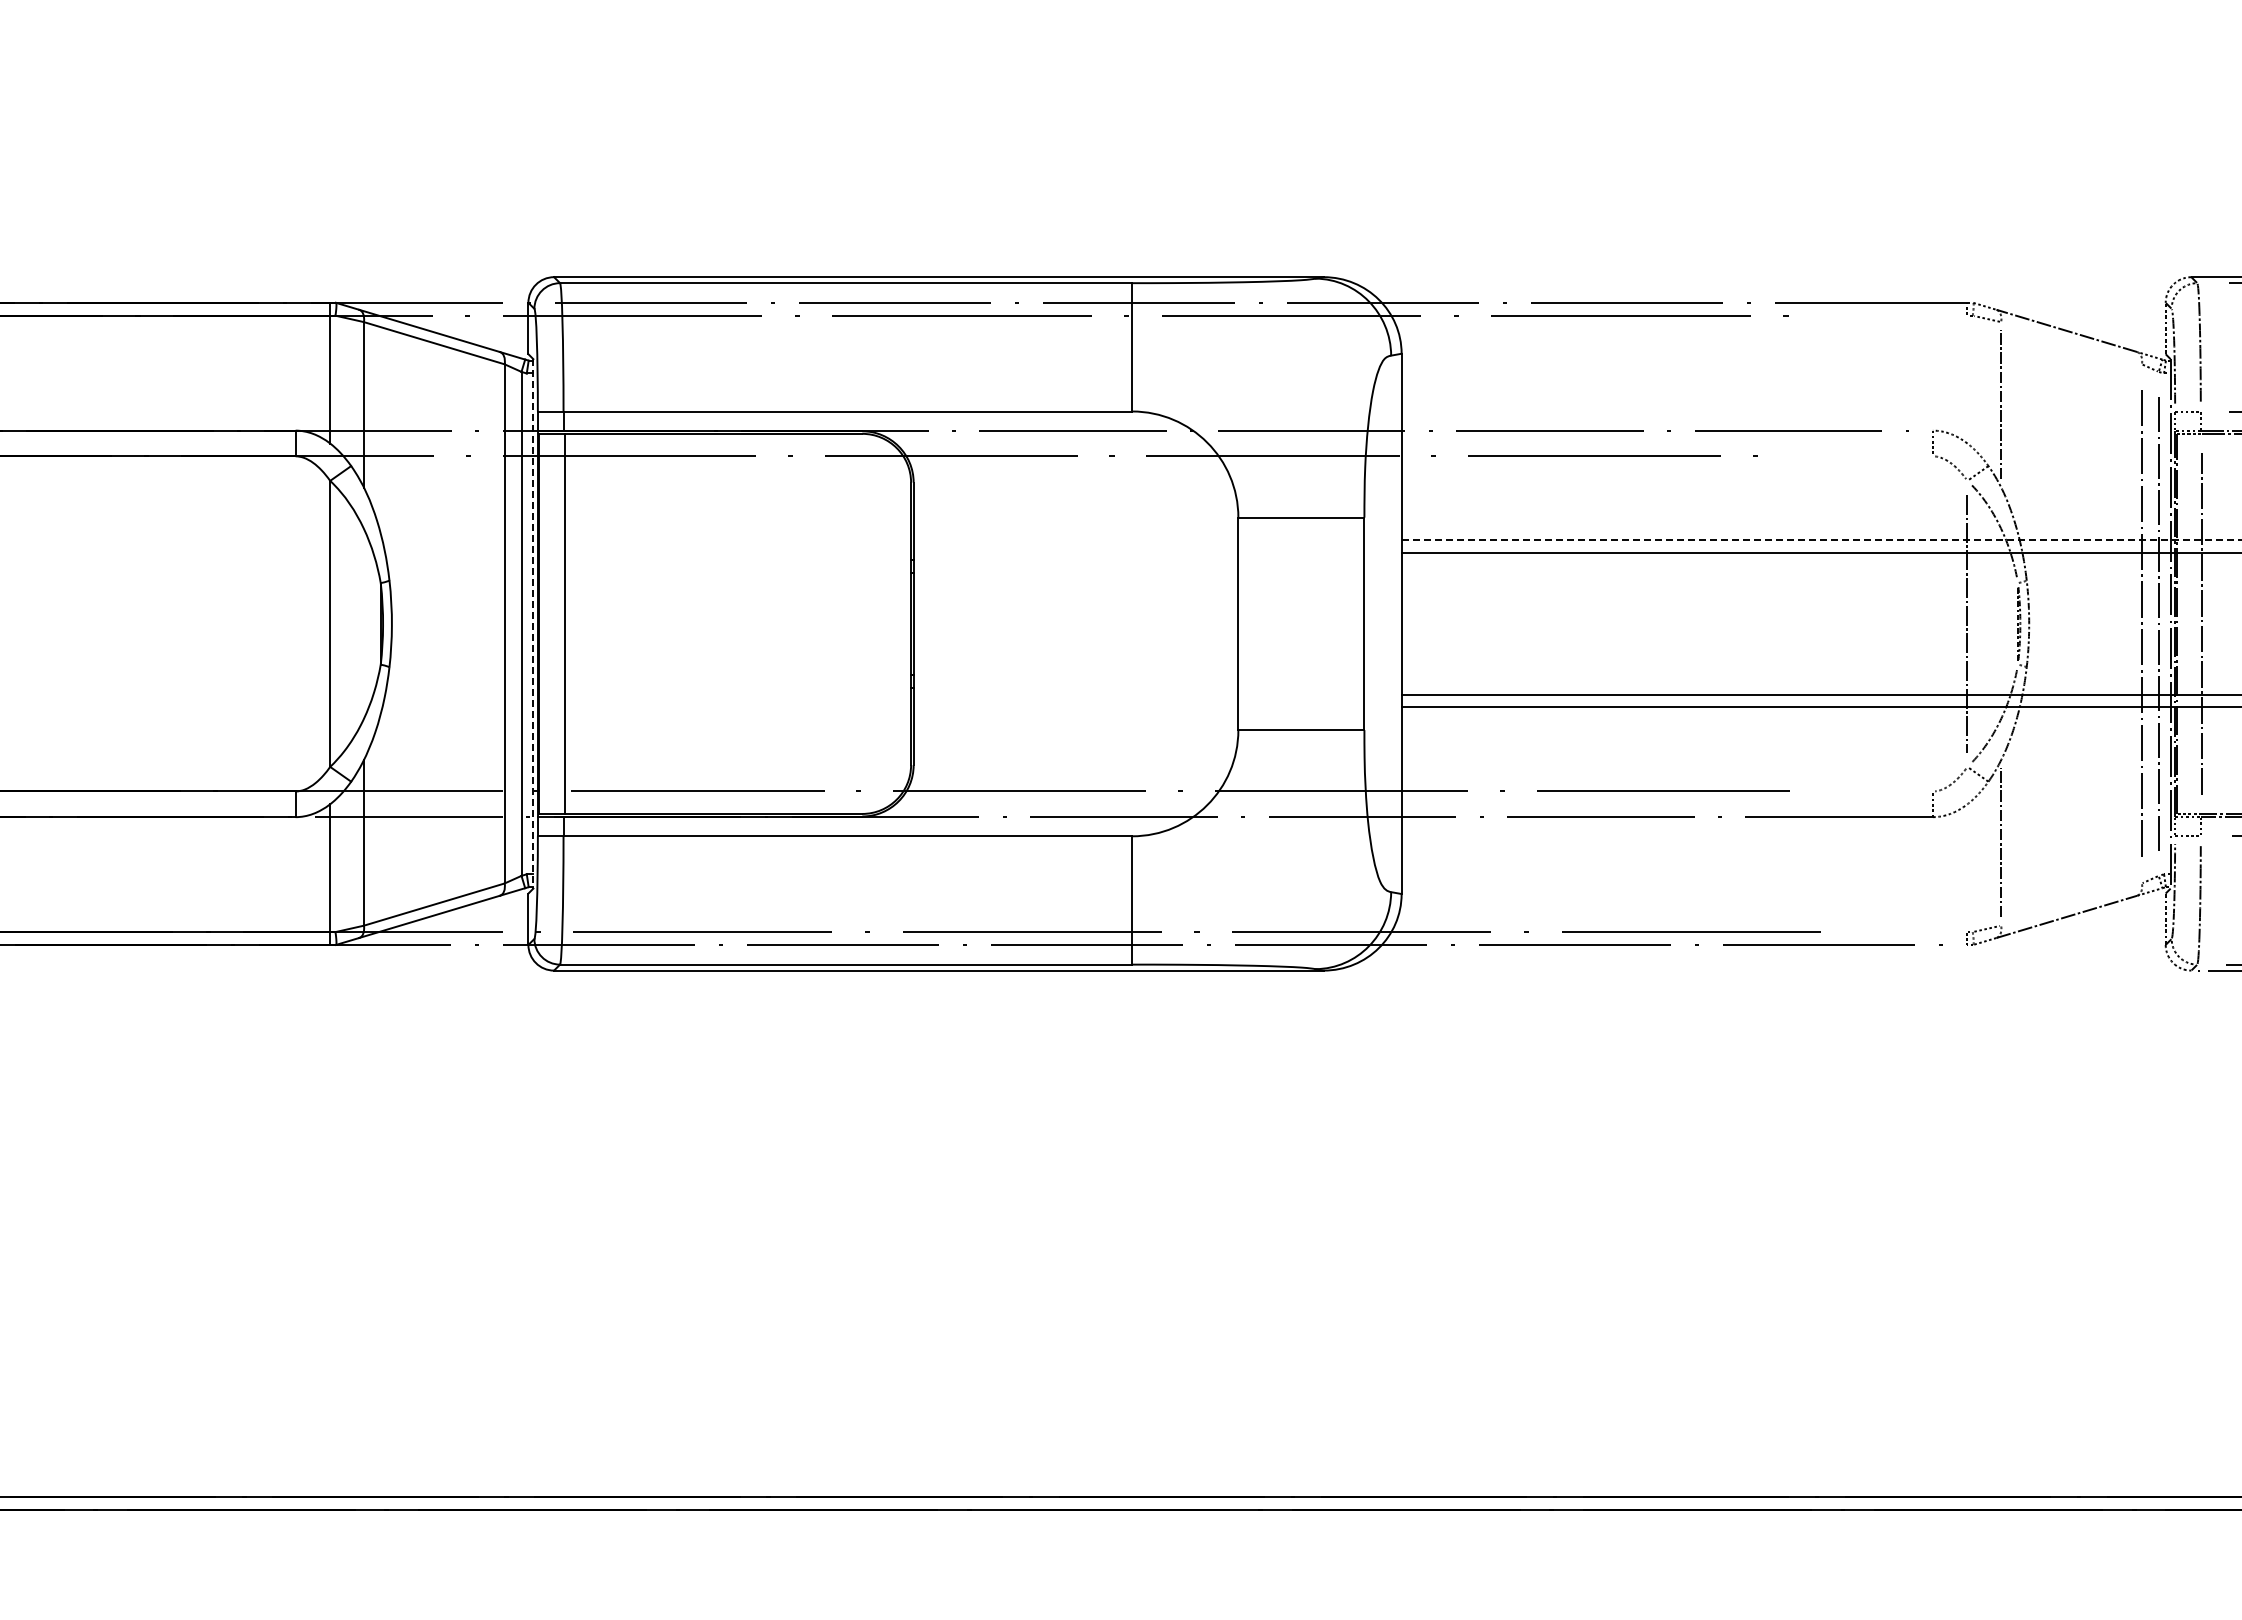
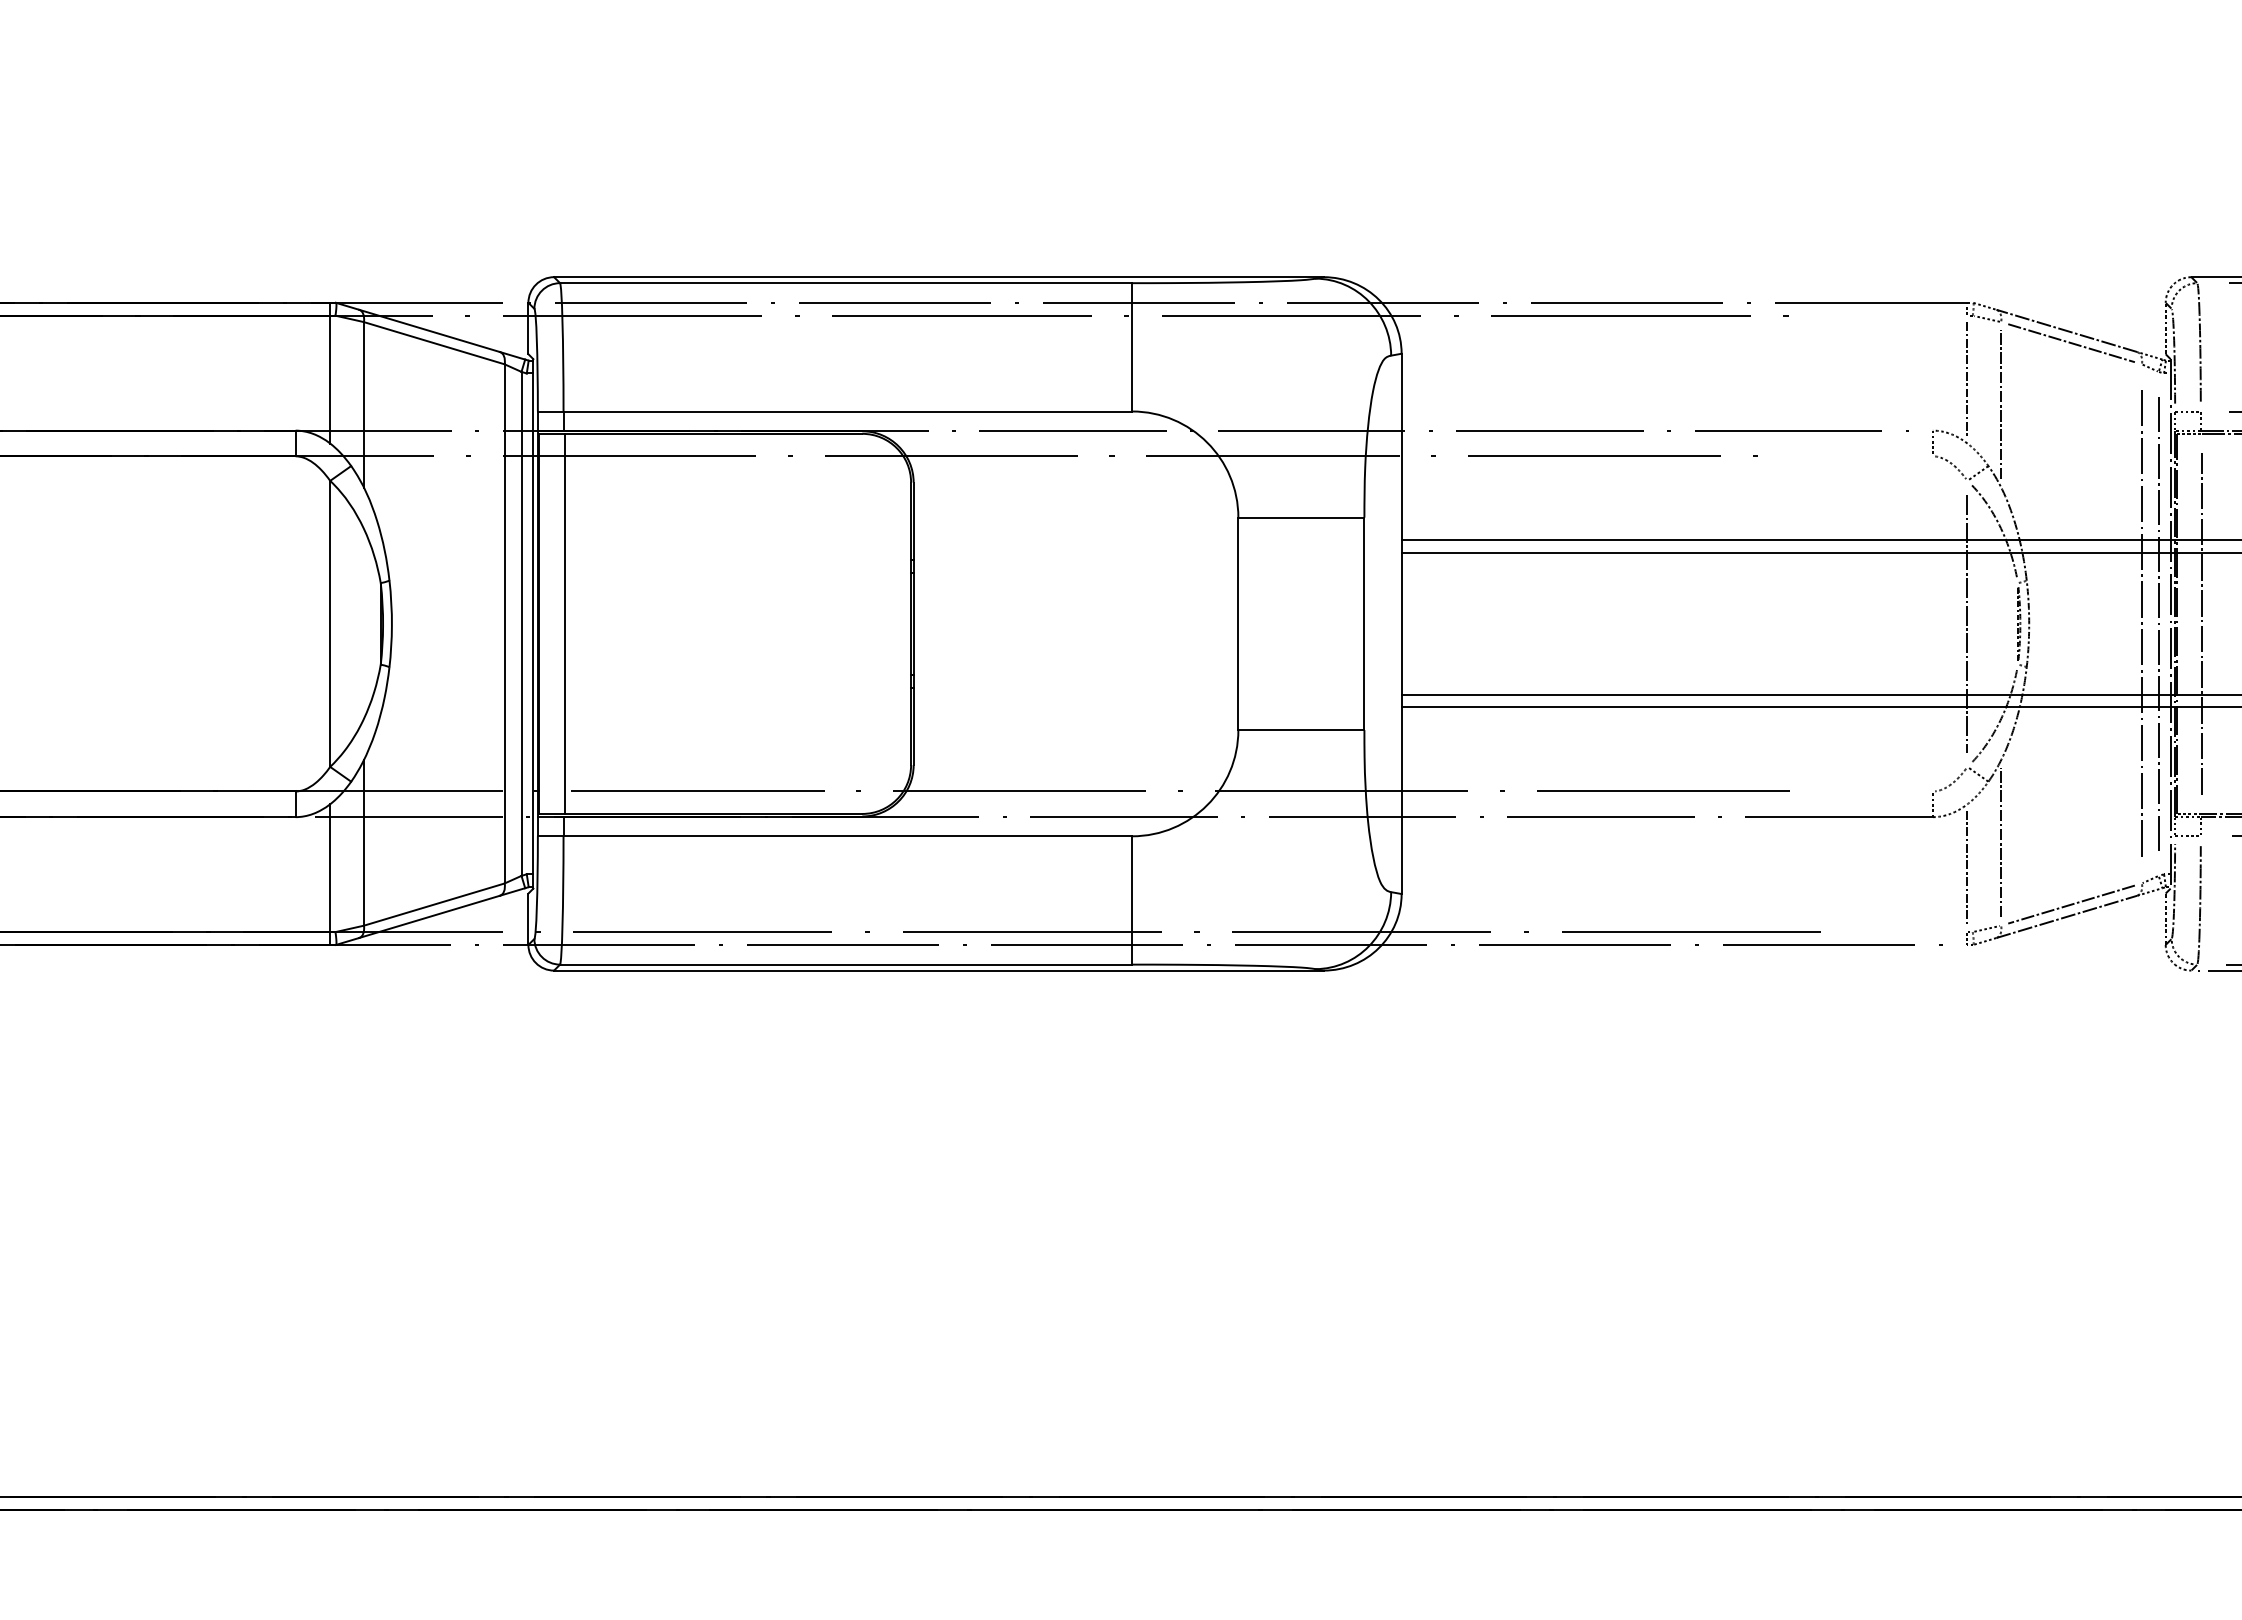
line at (2071, 343): none -> present
line at (1967, 379): none -> present
line at (1821, 540): dashed -> solid
line at (533, 623): dashed -> solid
line at (1967, 867): none -> present
line at (2071, 904): none -> present
